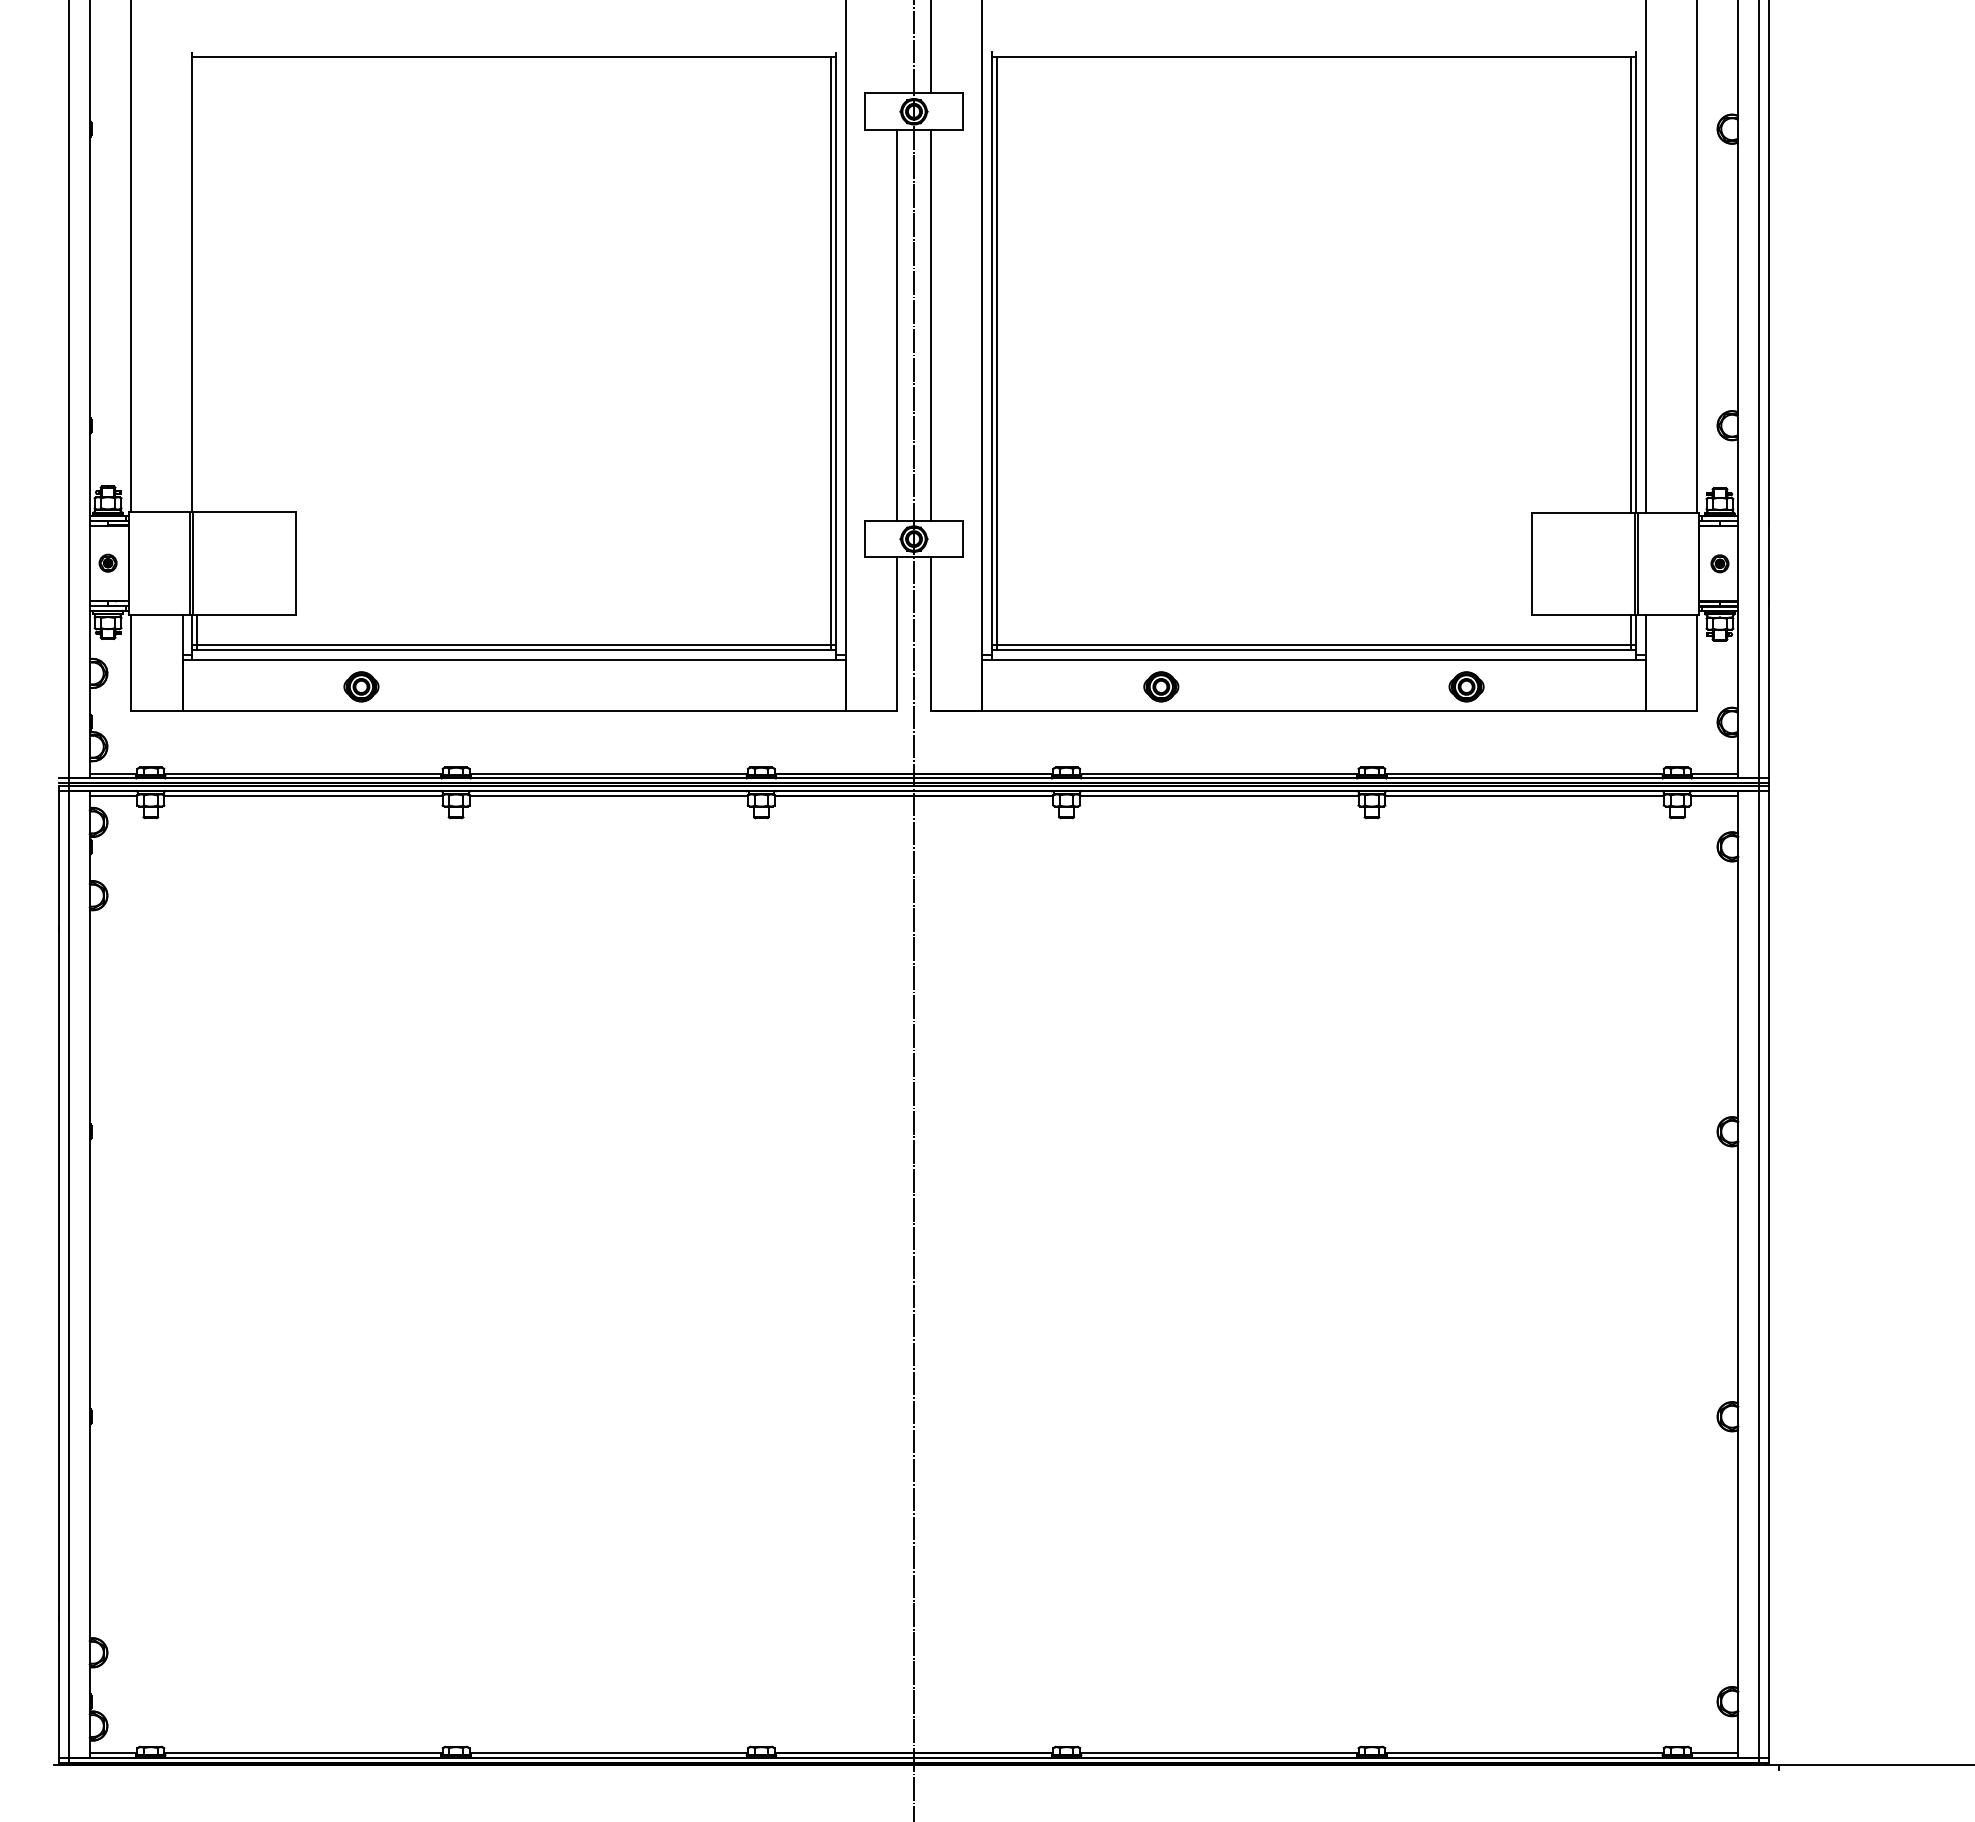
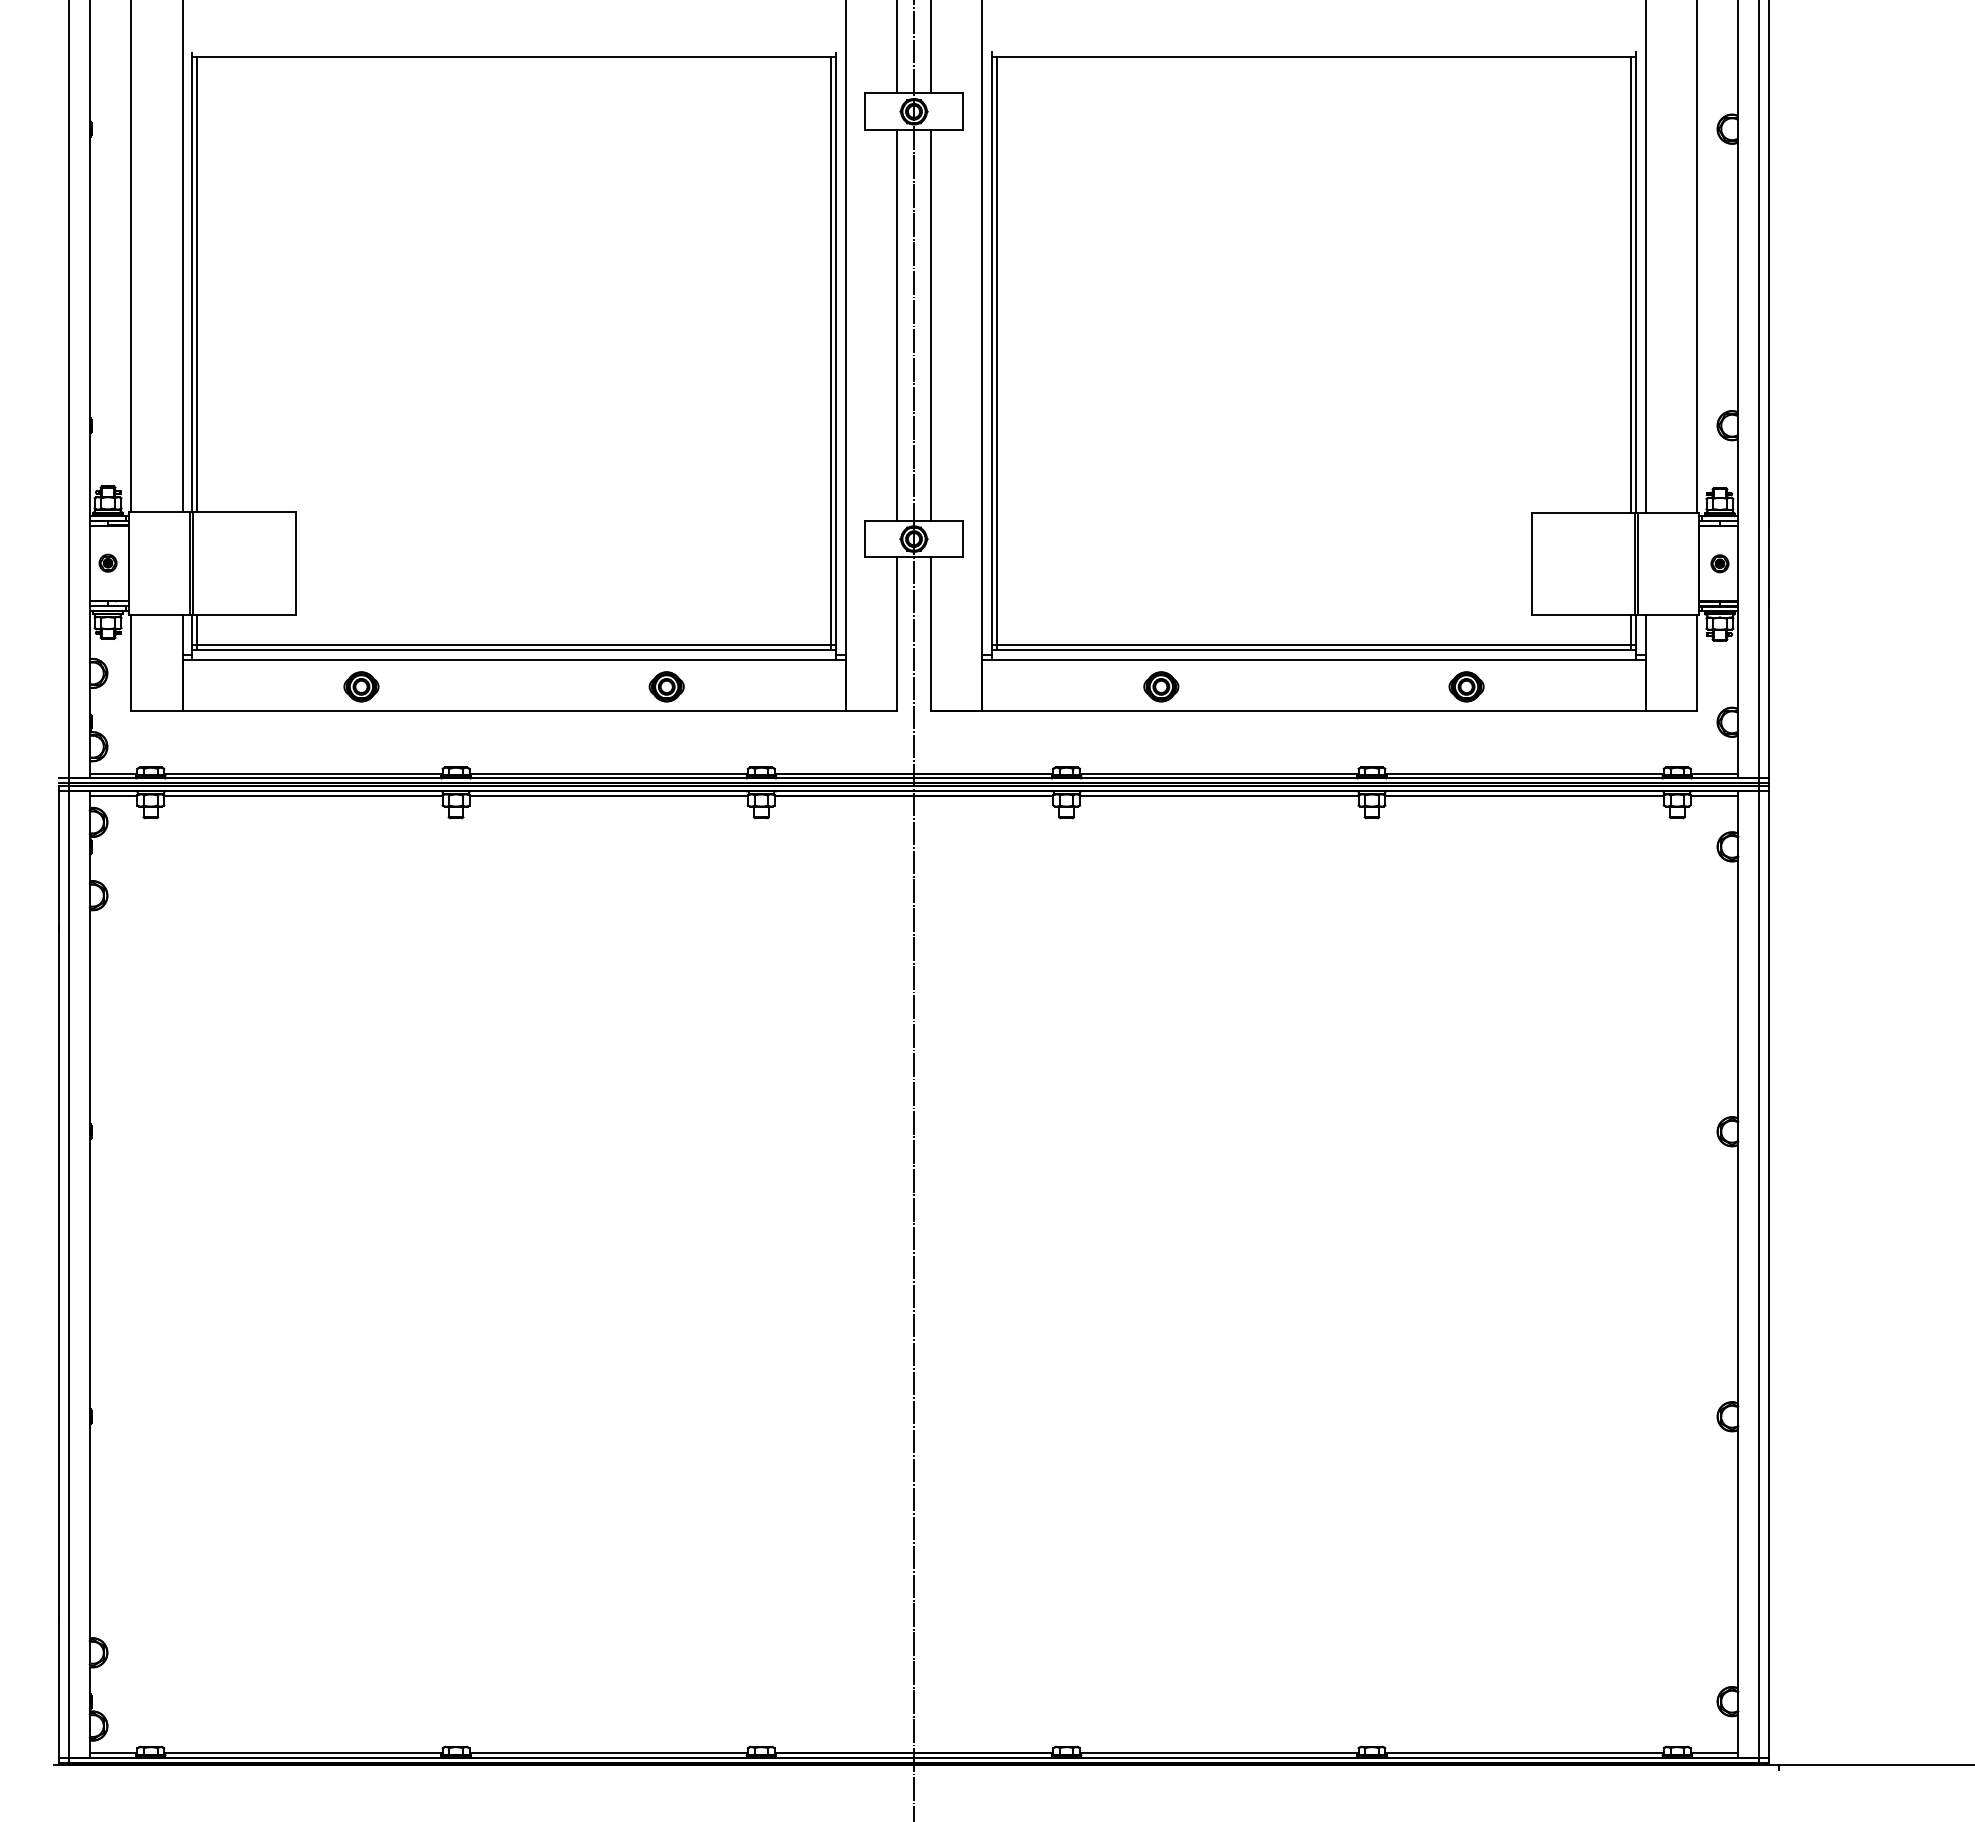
line at (896, 47): none -> present
line at (182, 256): none -> present
line at (197, 284): none -> present
part at (666, 686): none -> present
